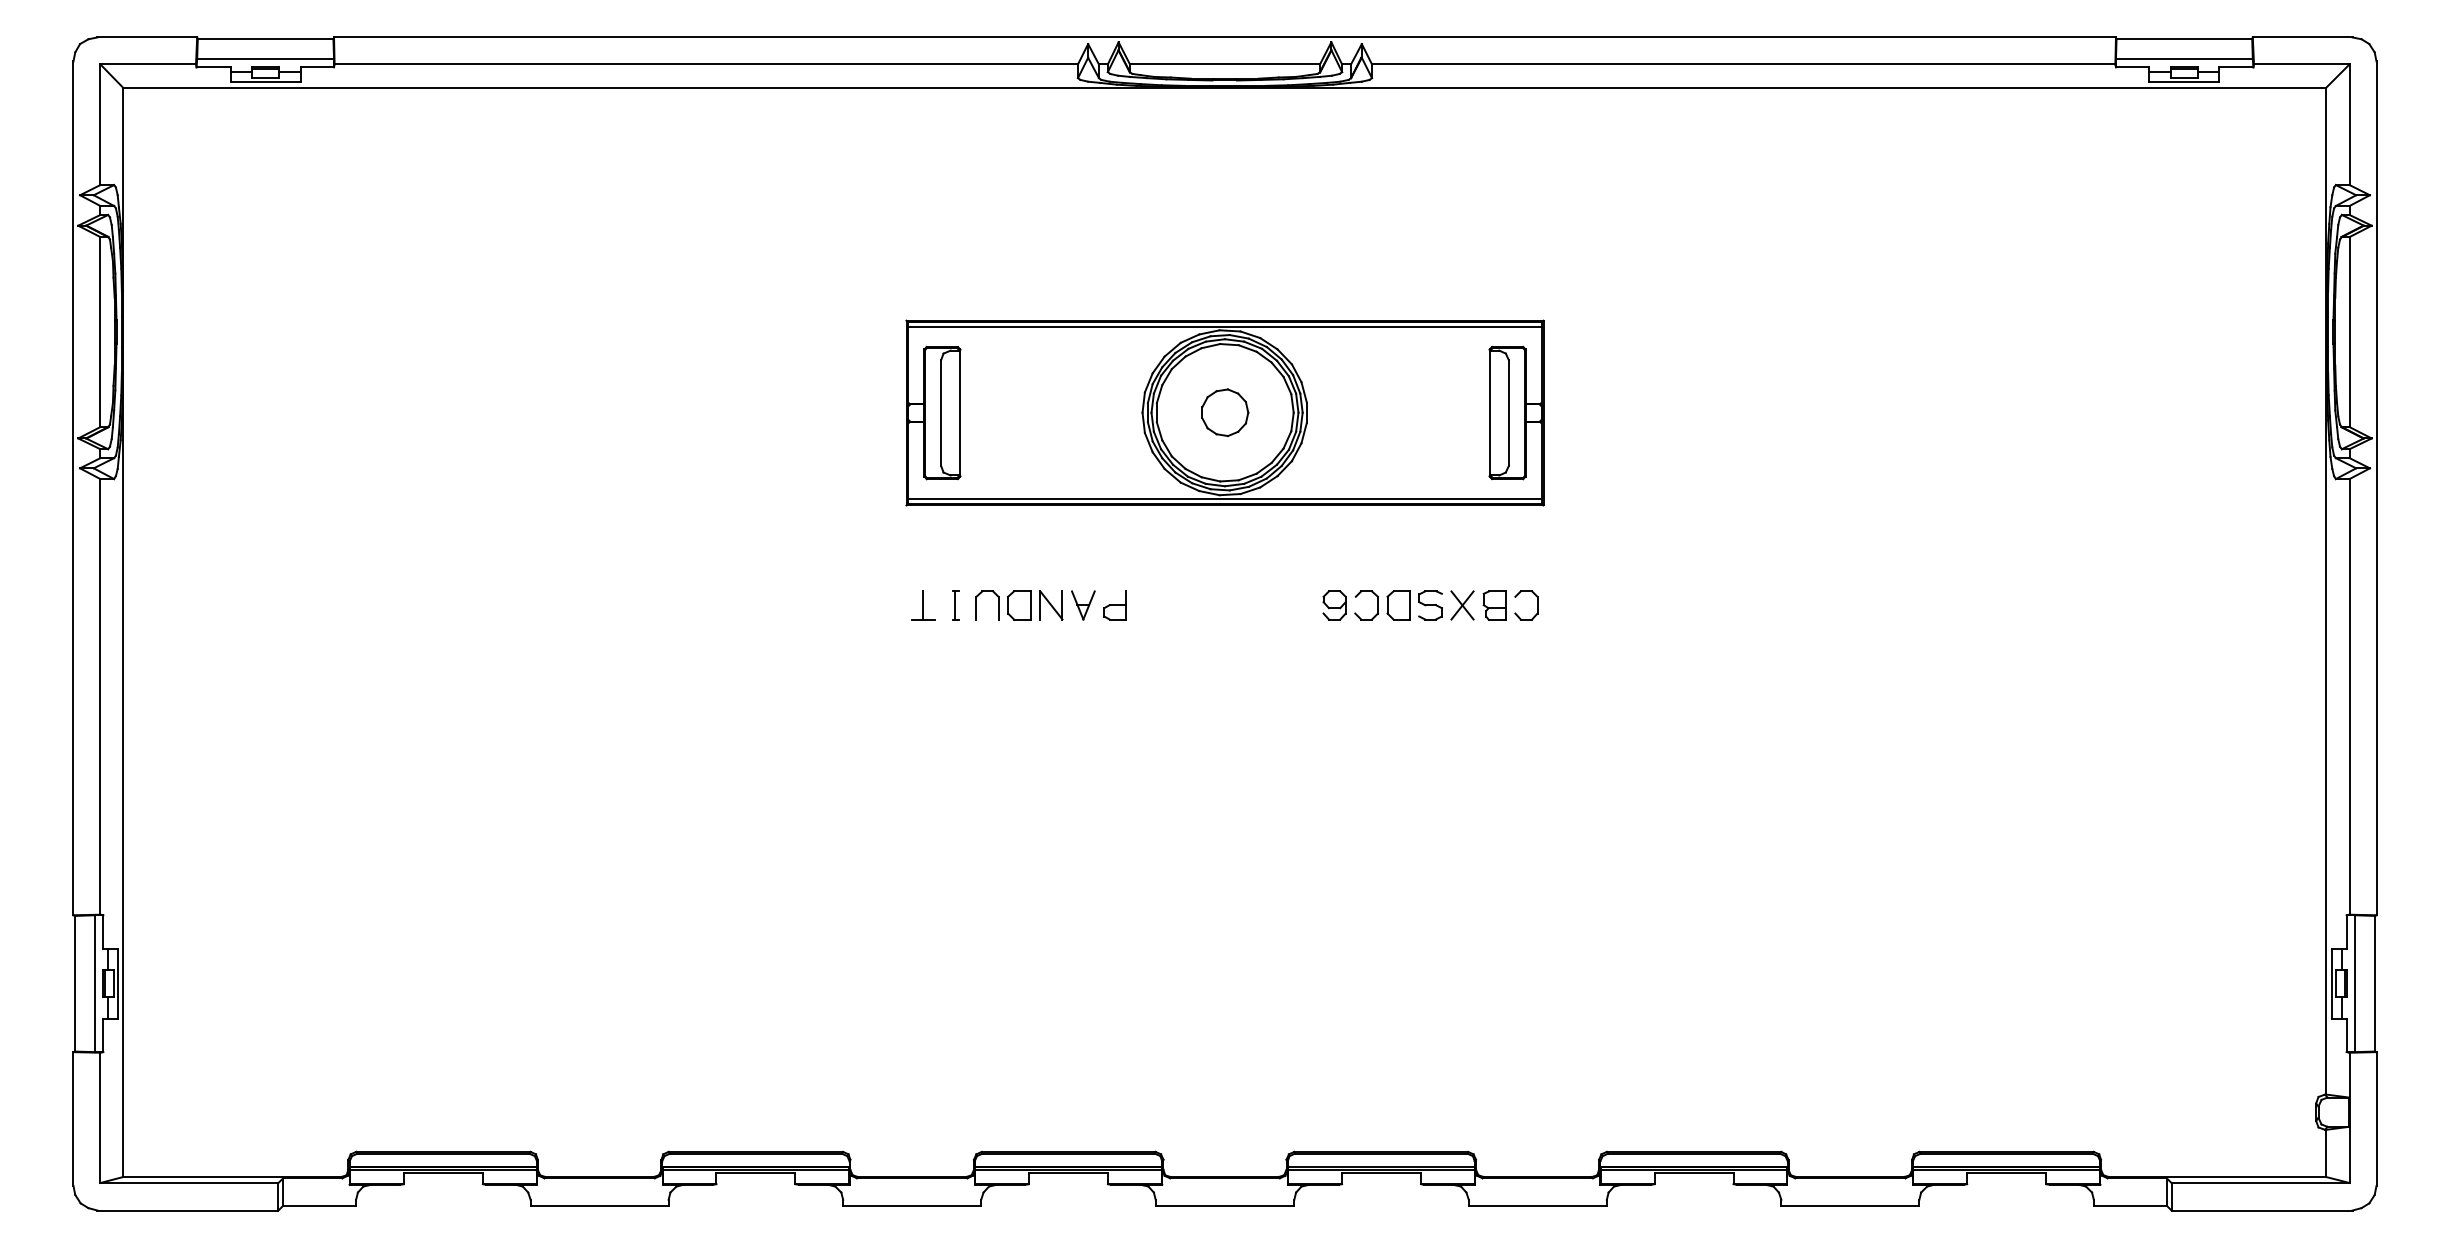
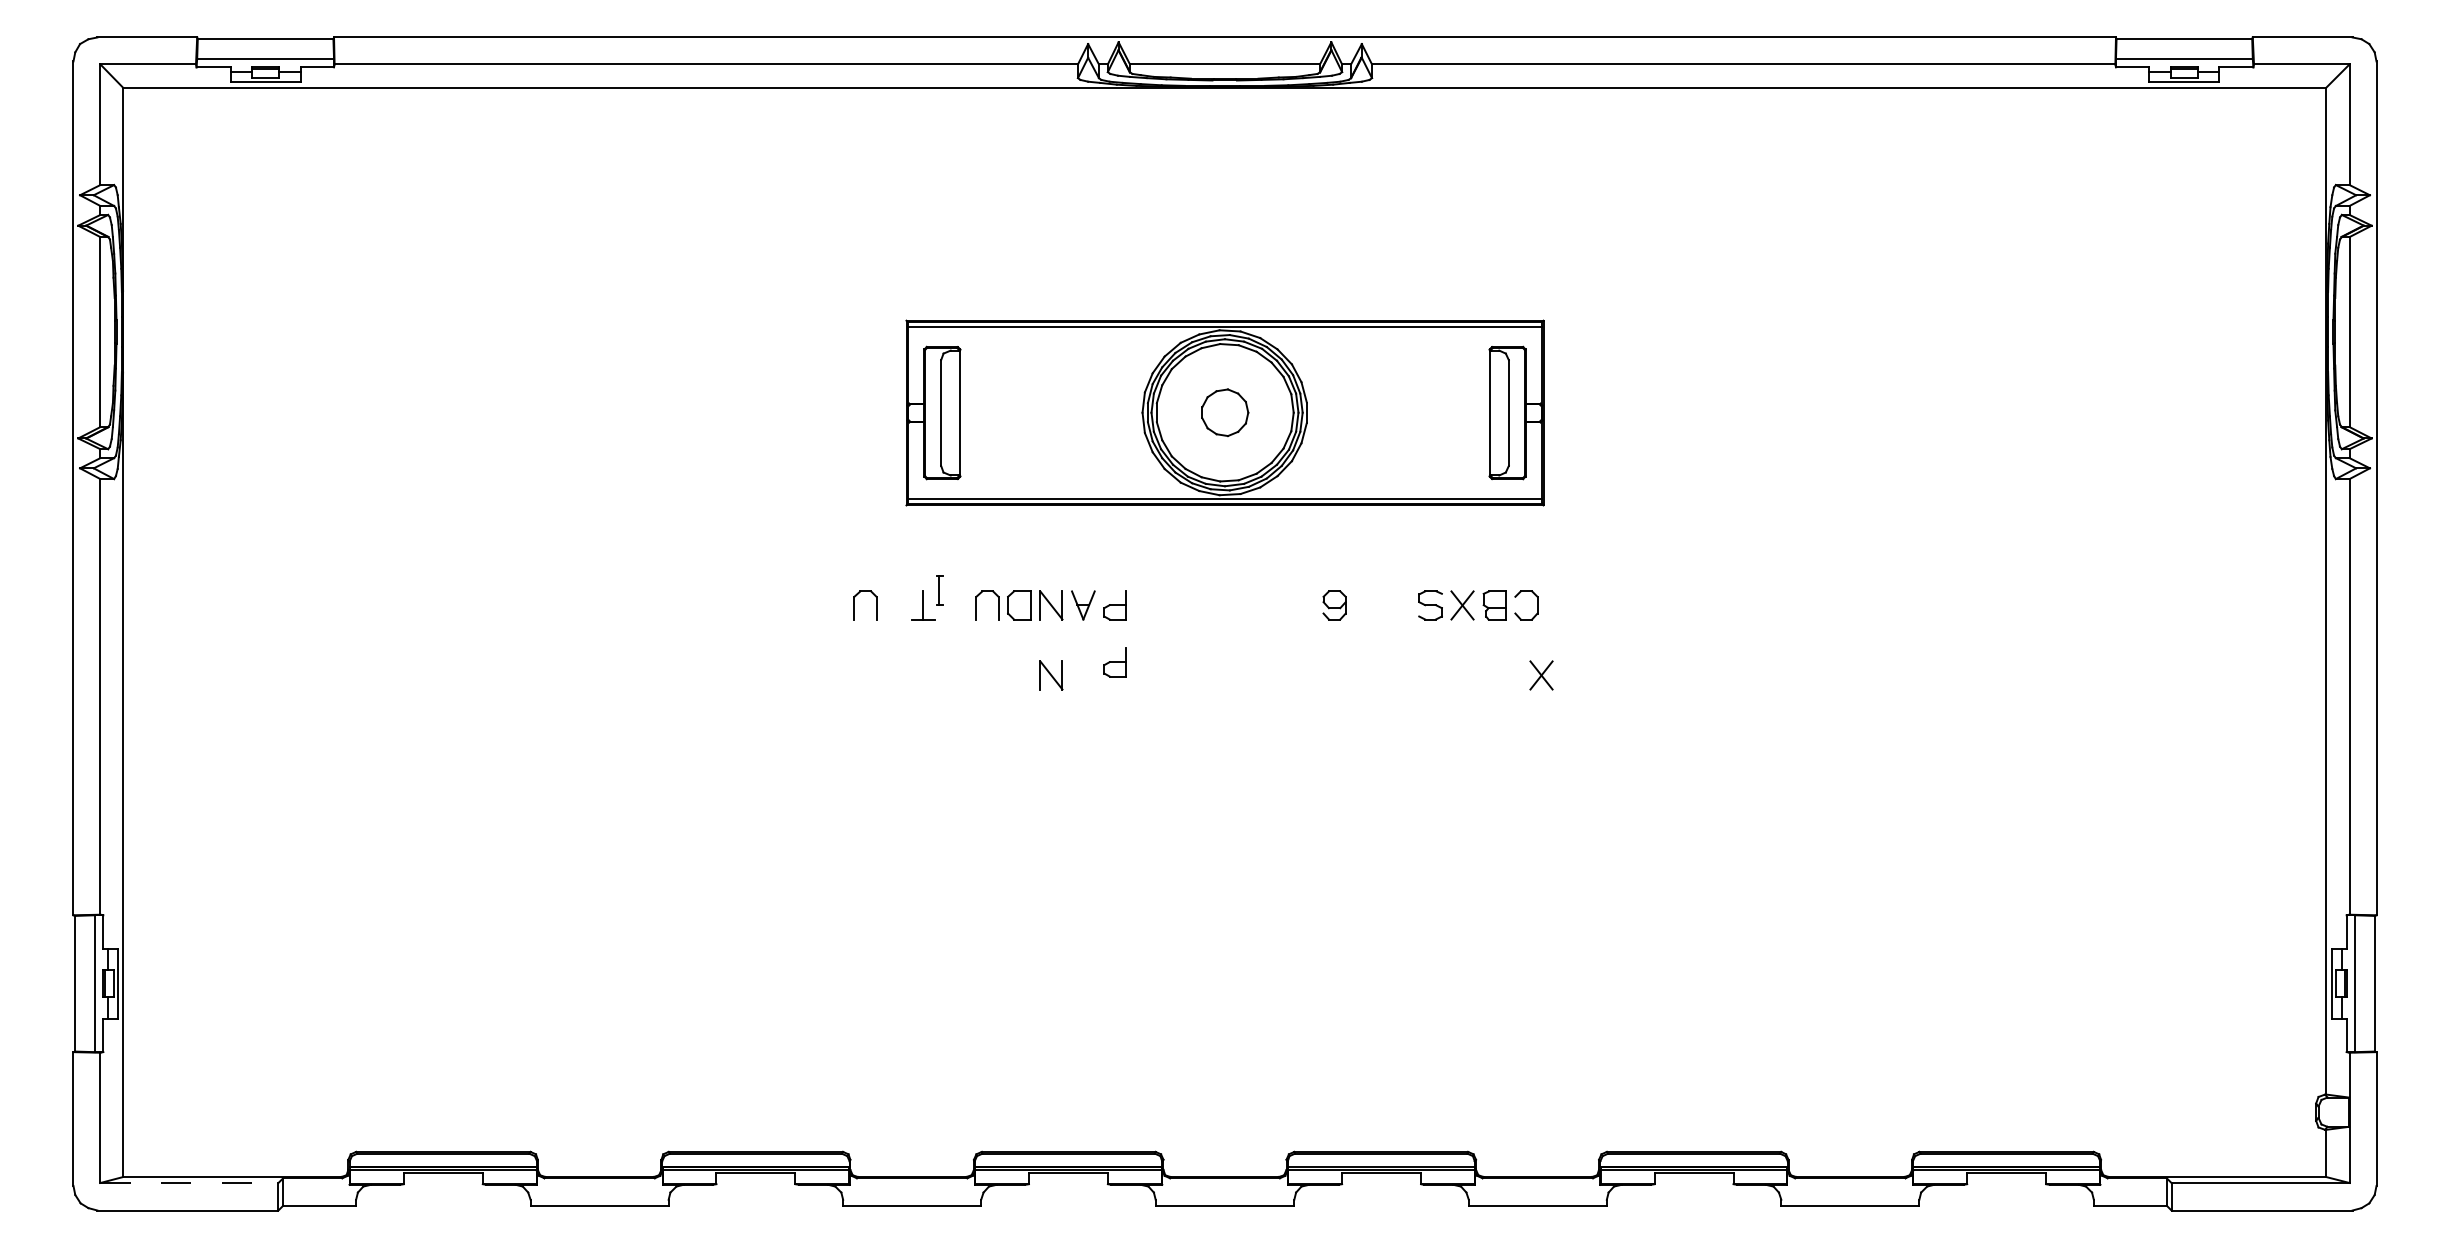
part at (854, 605): none -> present
part at (955, 605) position: (955, 605) -> (939, 590)
part at (1382, 605): present -> none
part at (1114, 662): none -> present
part at (1051, 675): none -> present
part at (1541, 675): none -> present
line at (189, 1183): solid -> dashed
